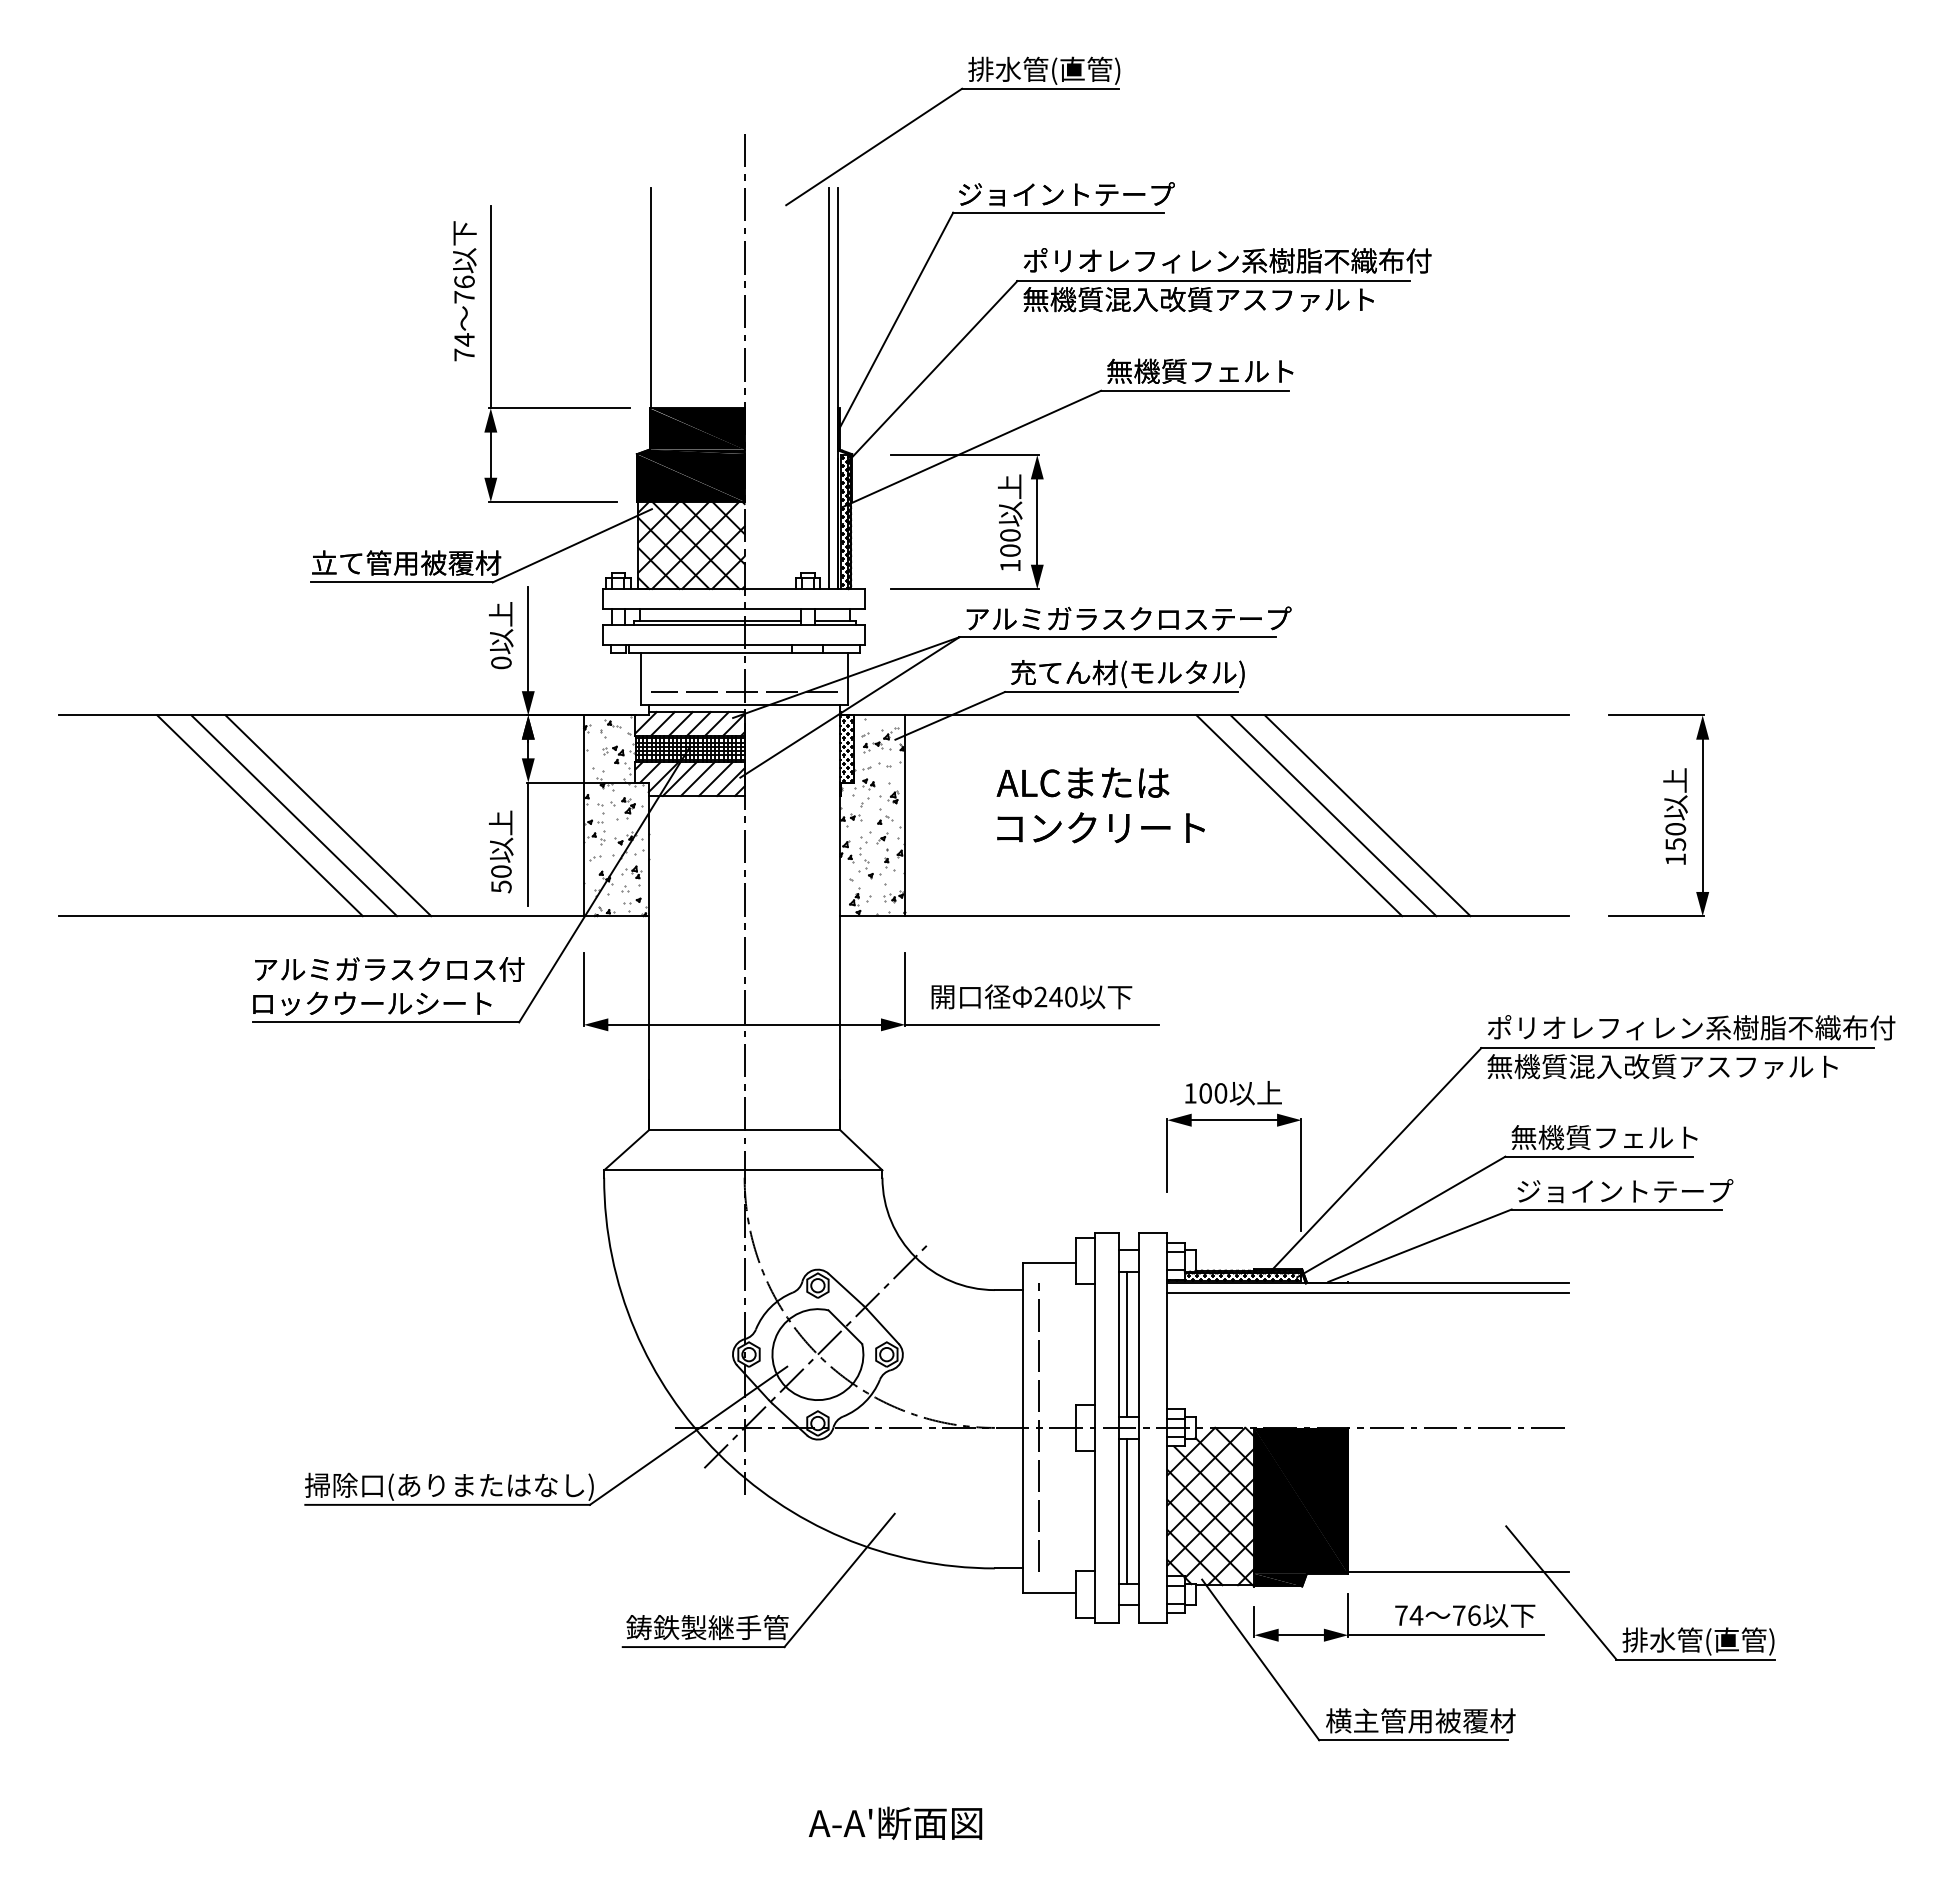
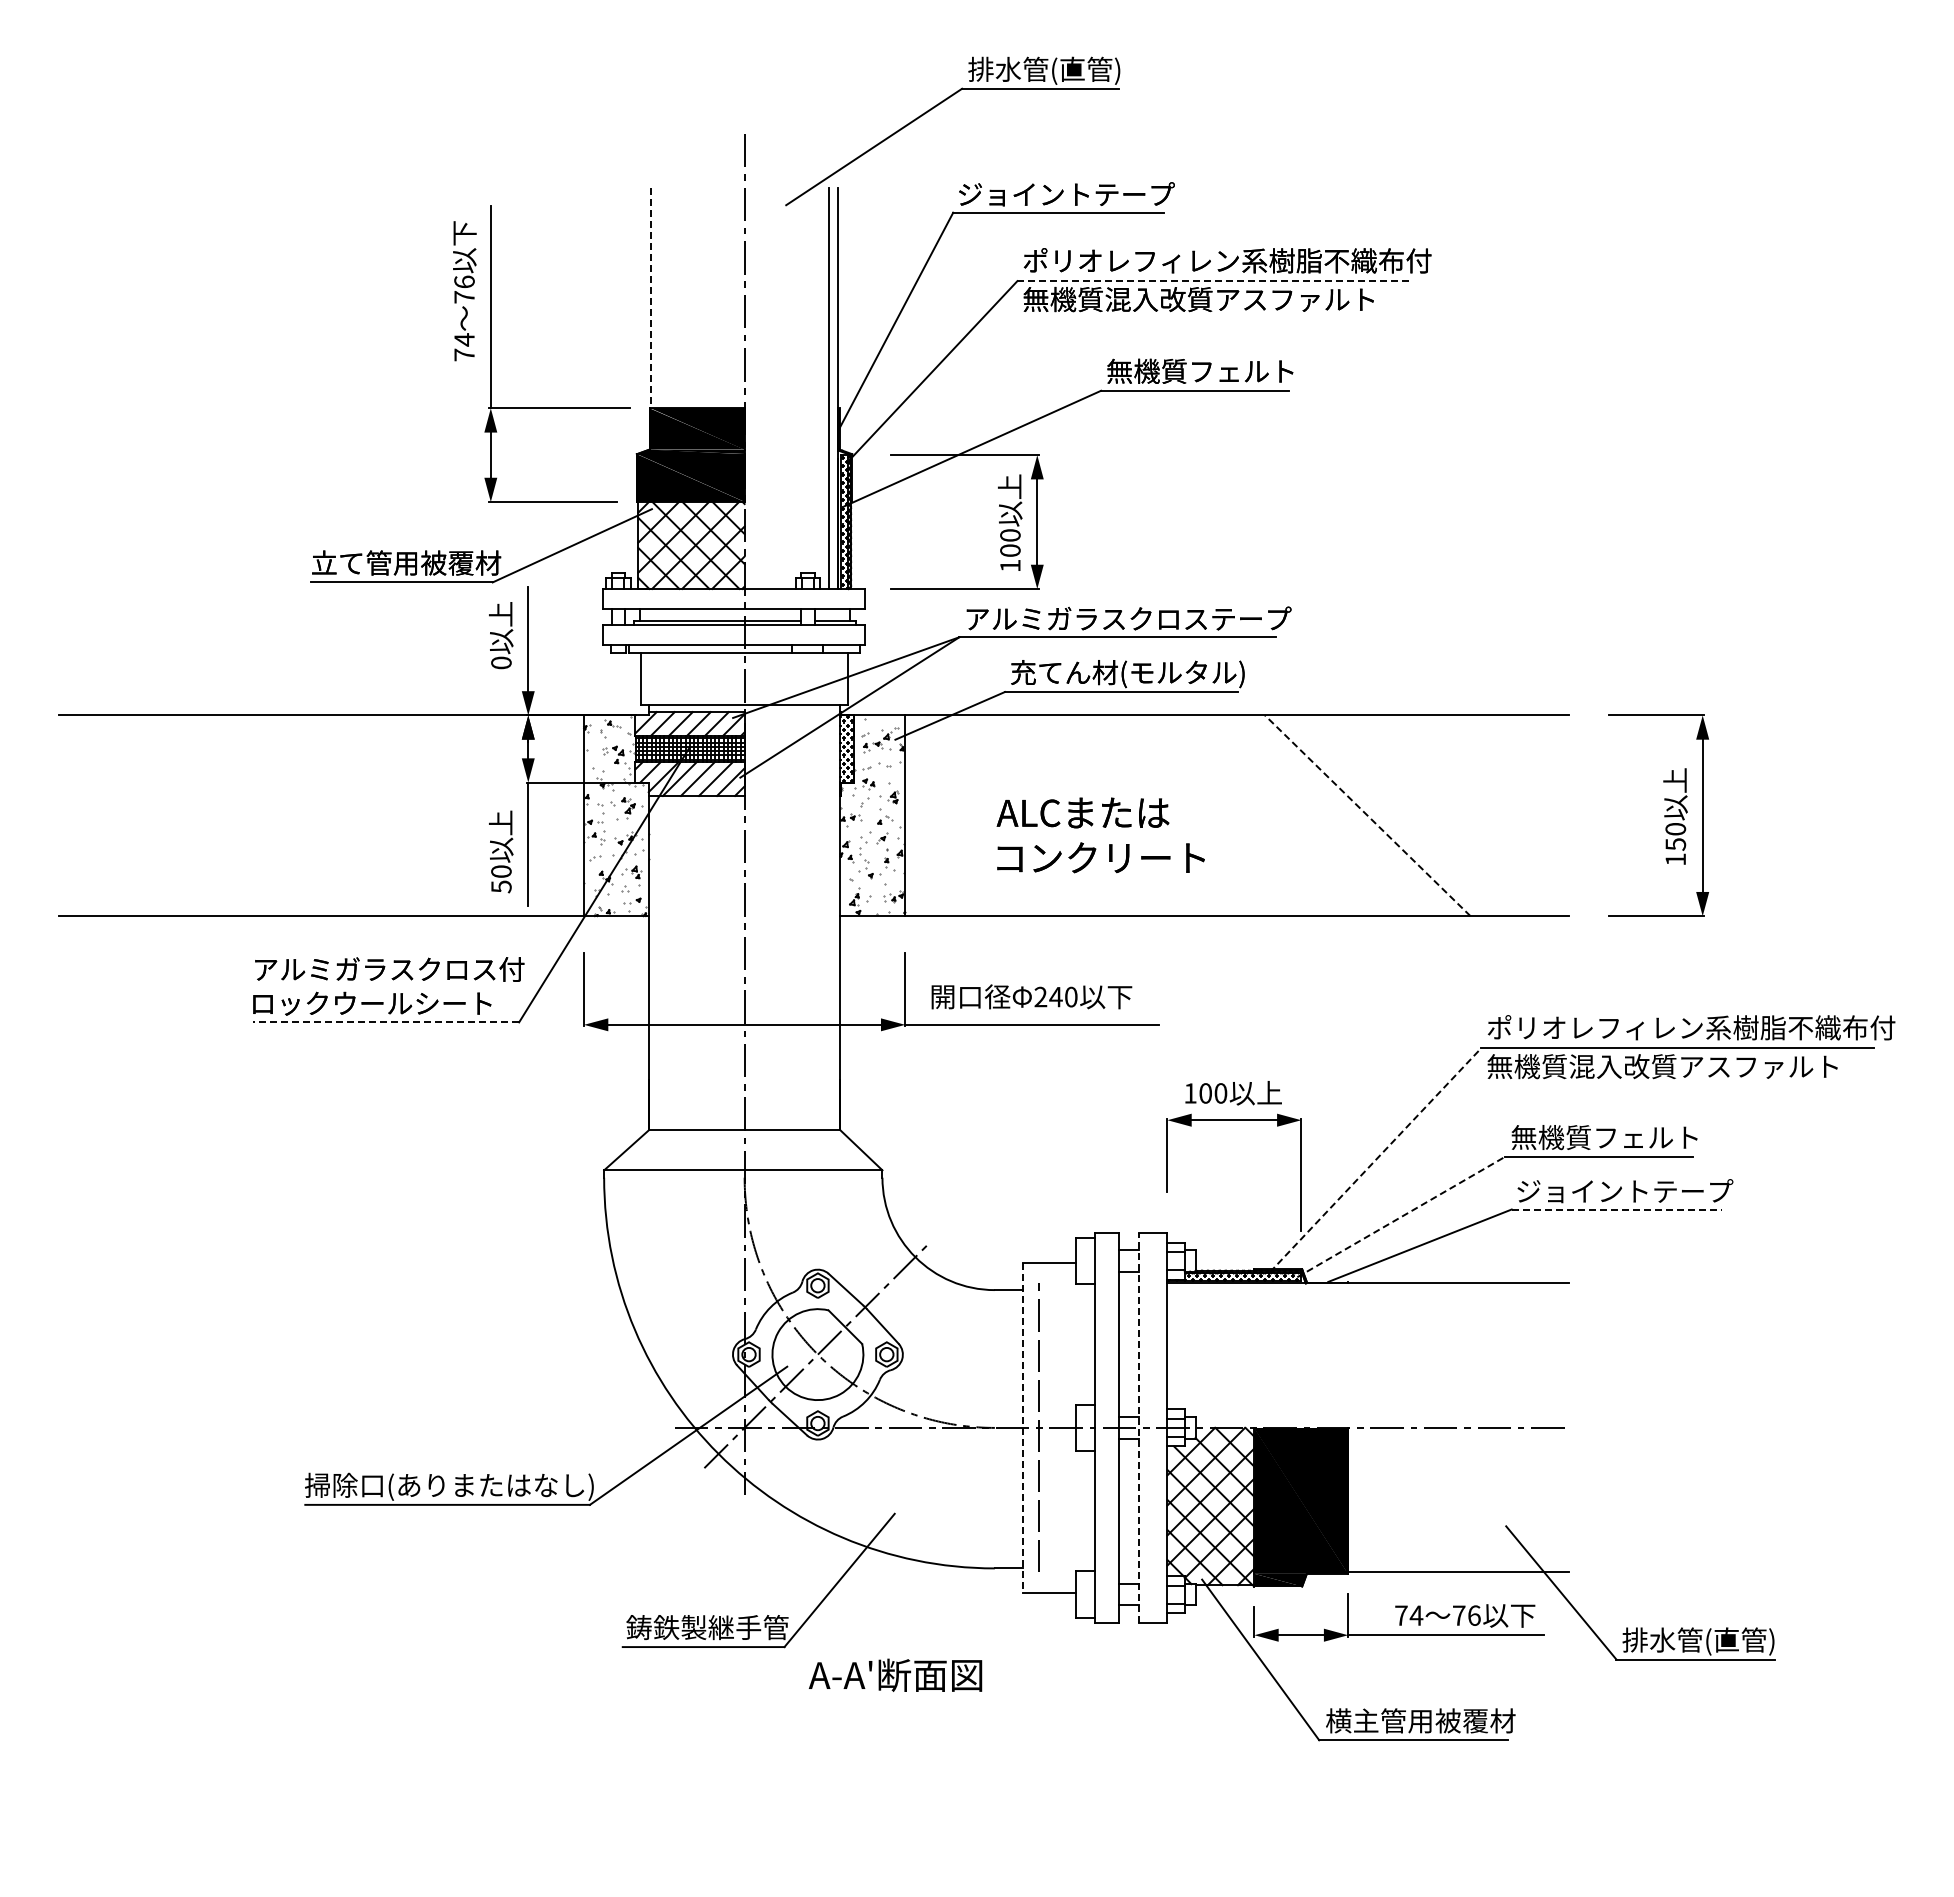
line at (1214, 281): solid -> dashed
line at (650, 298): solid -> dashed
line at (744, 692): present -> none
text at (1100, 805) position: (1100, 805) -> (1100, 835)
line at (259, 815): present -> none
line at (294, 815): present -> none
line at (328, 815): present -> none
line at (1299, 815): present -> none
line at (1333, 815): present -> none
line at (1367, 815): solid -> dashed
line at (385, 1022): solid -> dashed
line at (1375, 1160): solid -> dashed
line at (1617, 1209): solid -> dashed
line at (1401, 1216): solid -> dashed
line at (1367, 1292): present -> none
line at (1127, 1344): present -> none
line at (1139, 1427): solid -> dashed
line at (1022, 1428): solid -> dashed
line at (1127, 1511): present -> none
text at (895, 1822) position: (895, 1822) -> (895, 1674)
